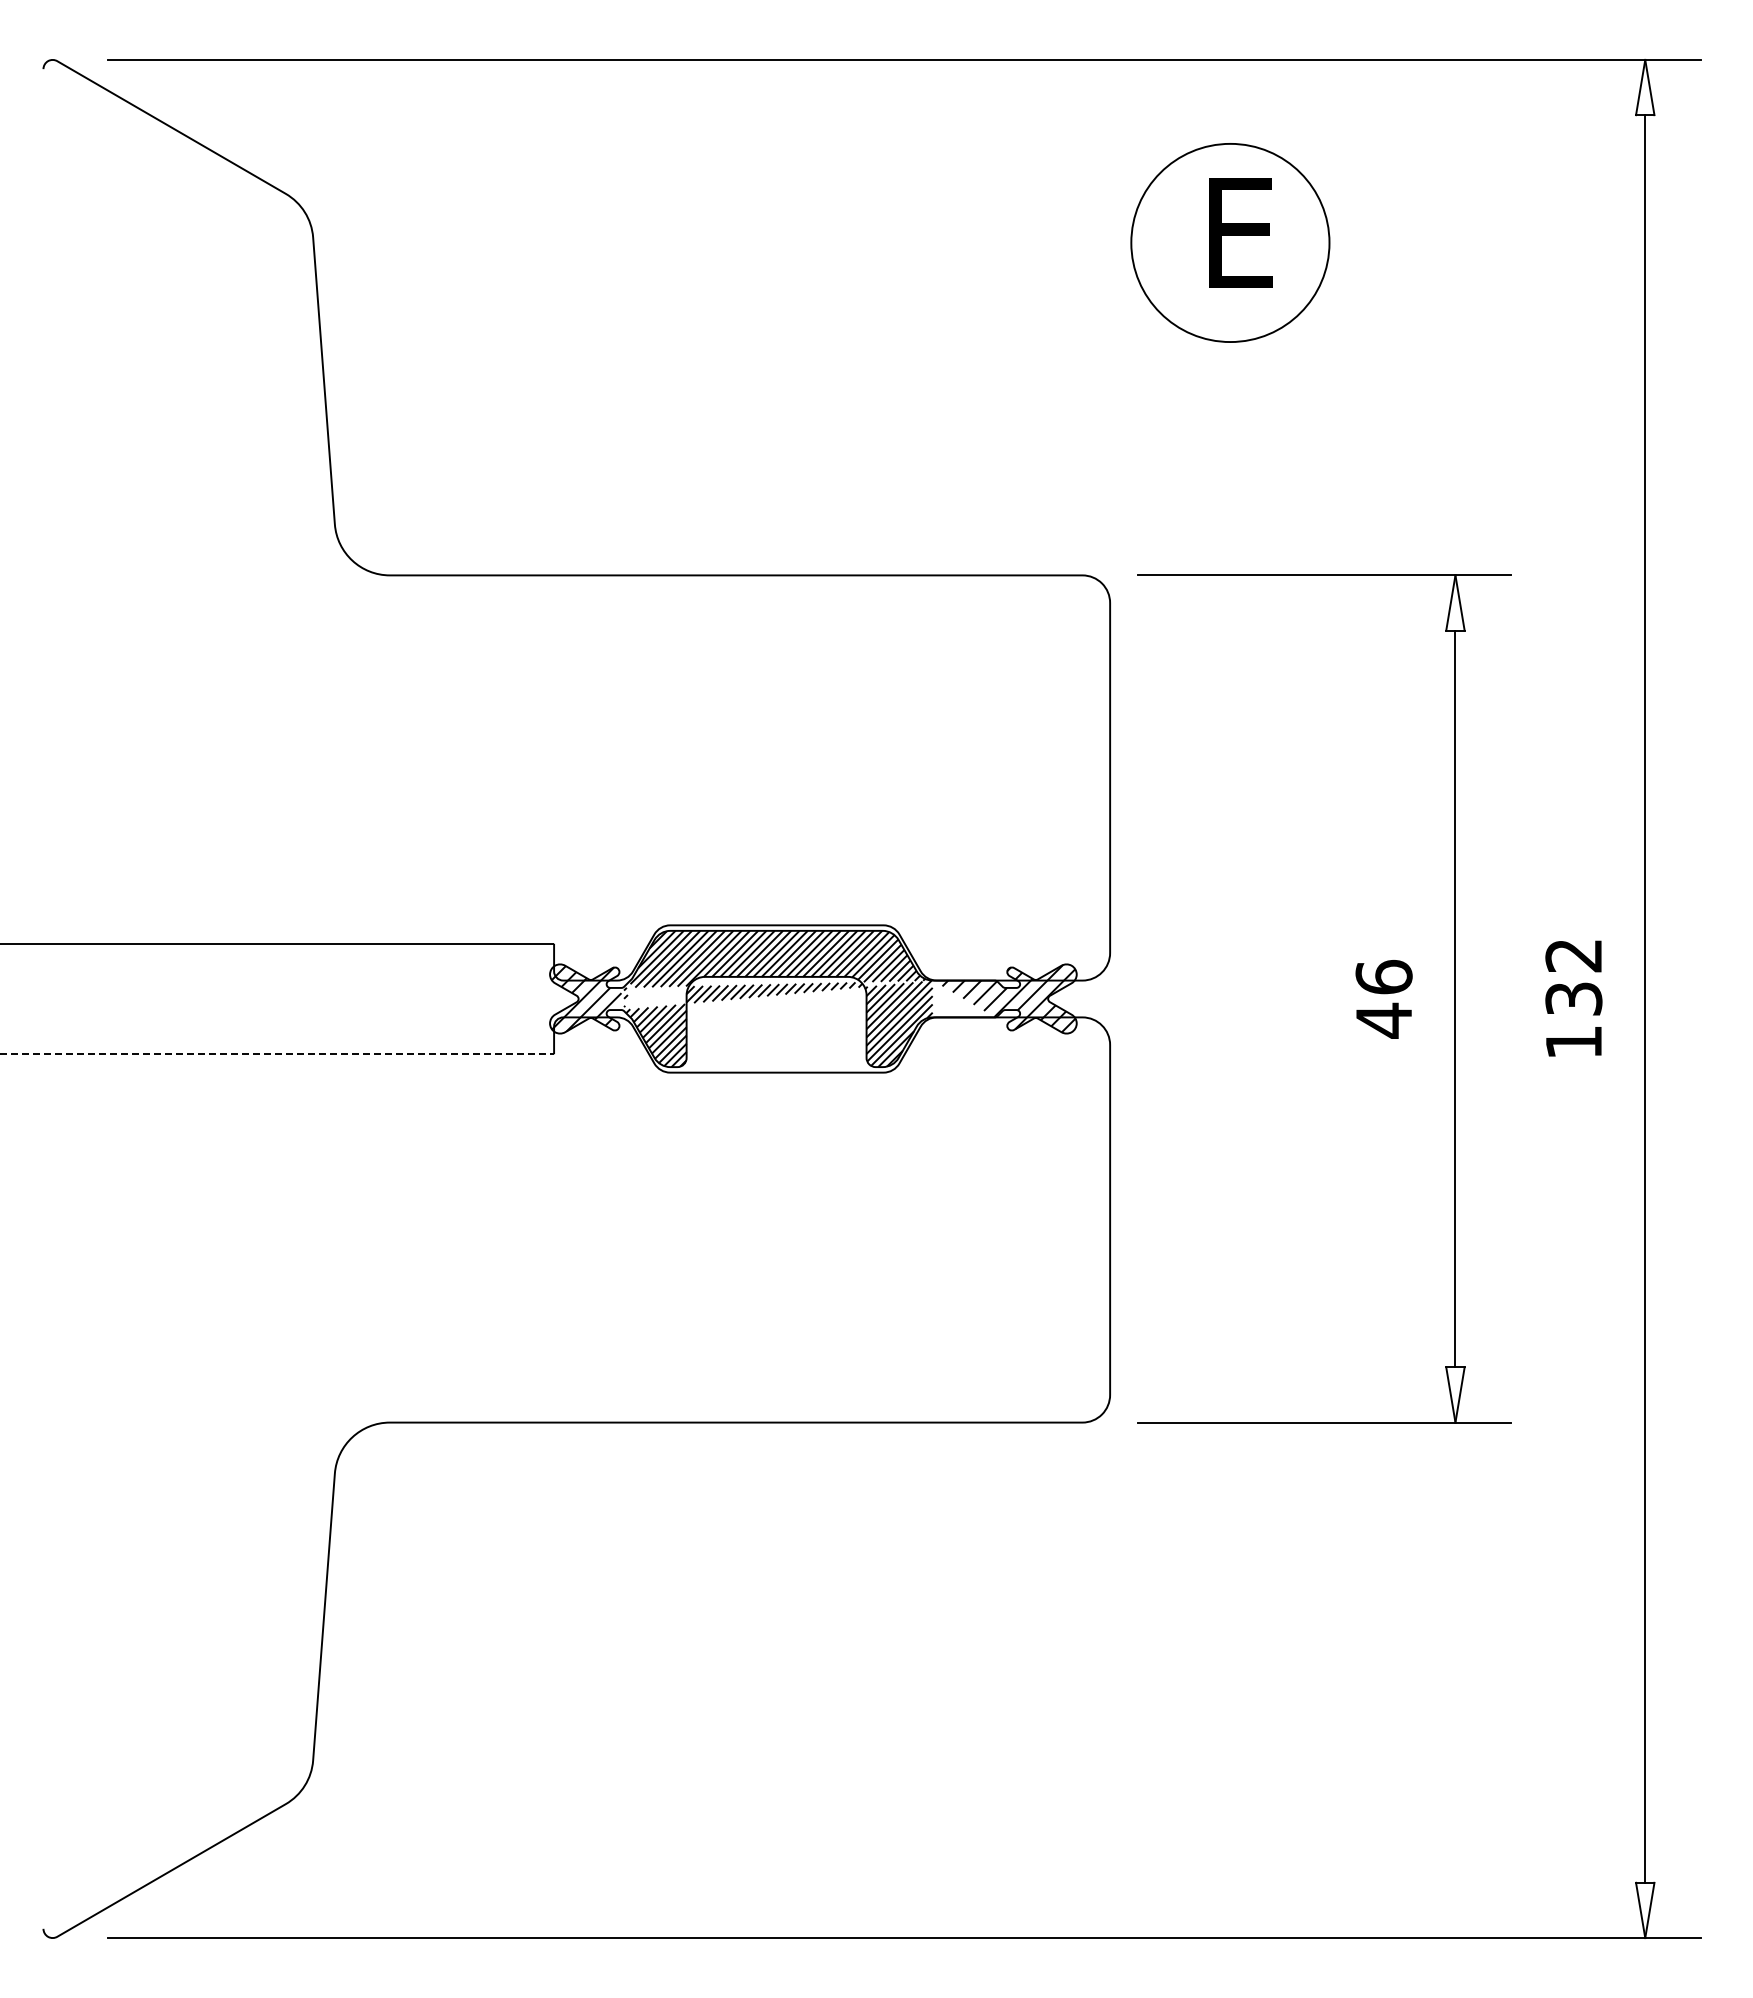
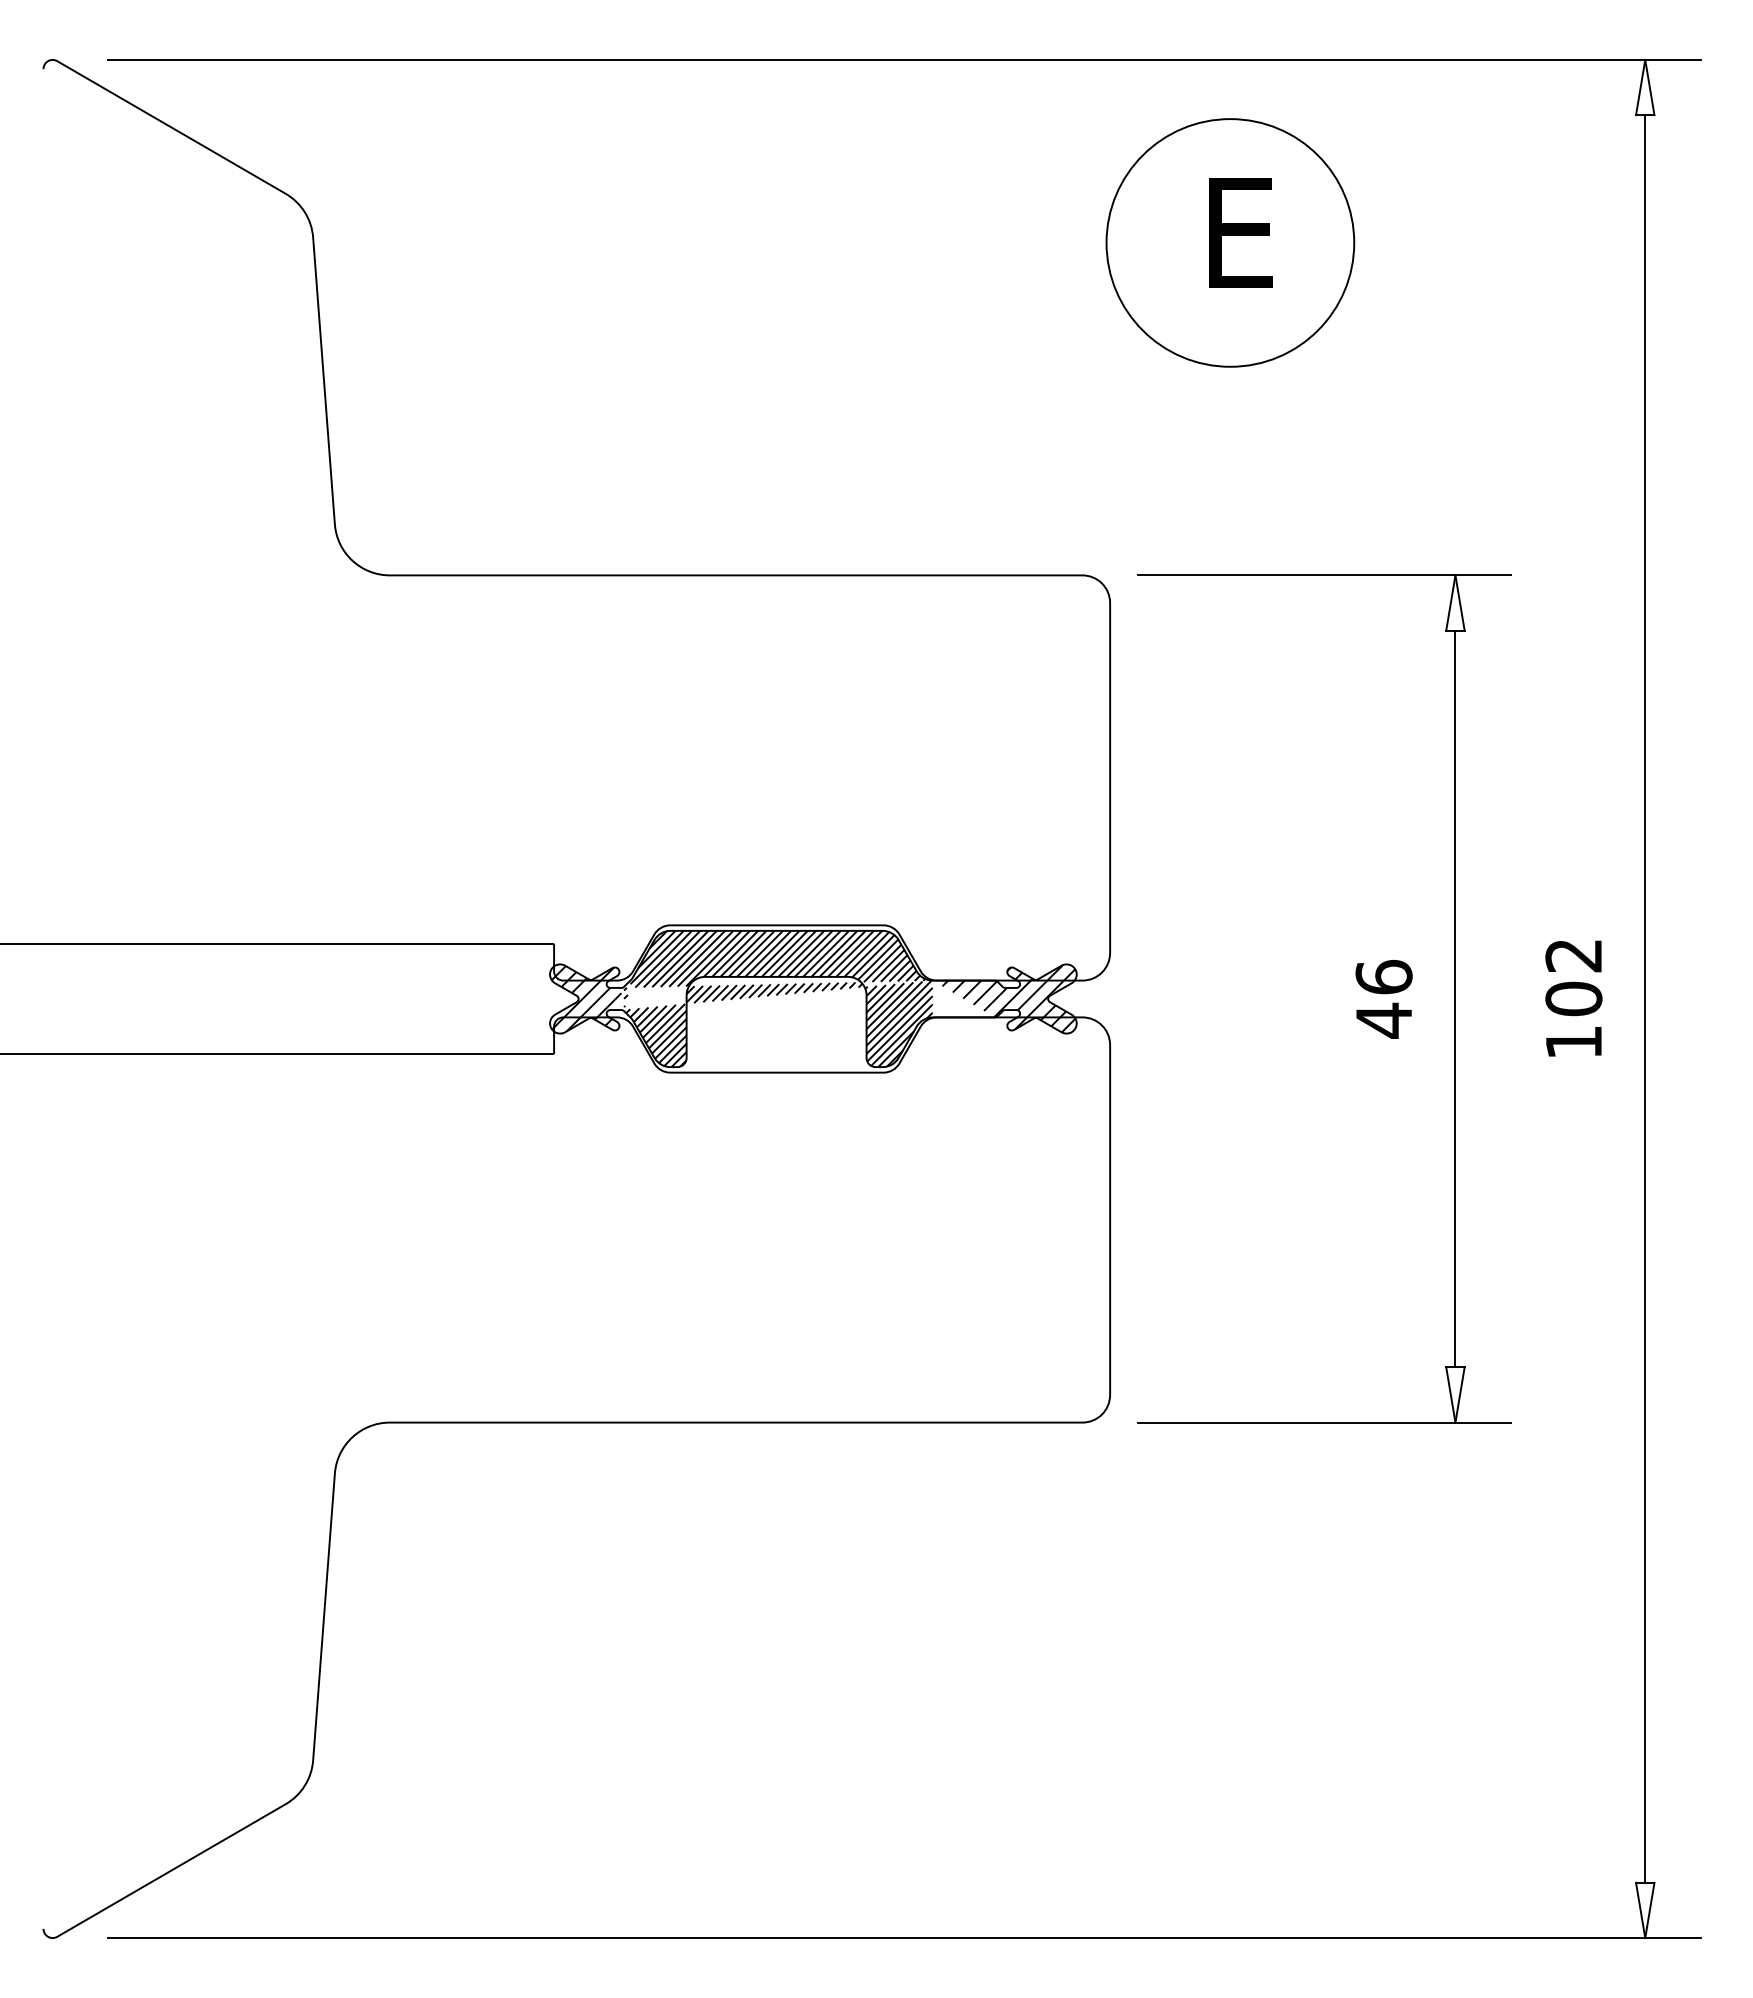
circle at (1230, 242) size: 201x200 px -> 251x250 px
text at (1573, 998): 132 -> 102
line at (277, 1054): dashed -> solid
